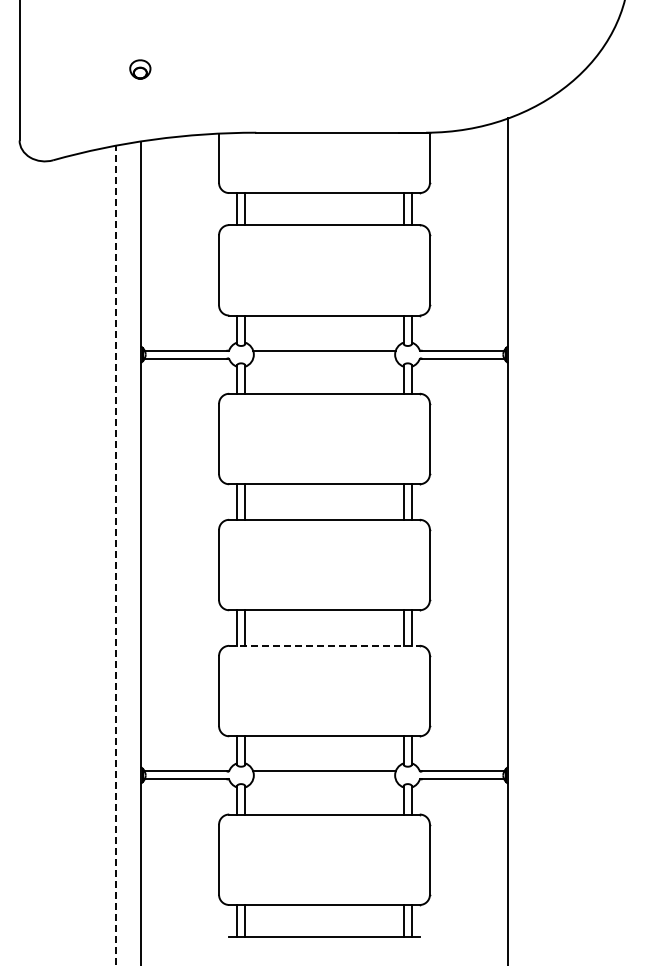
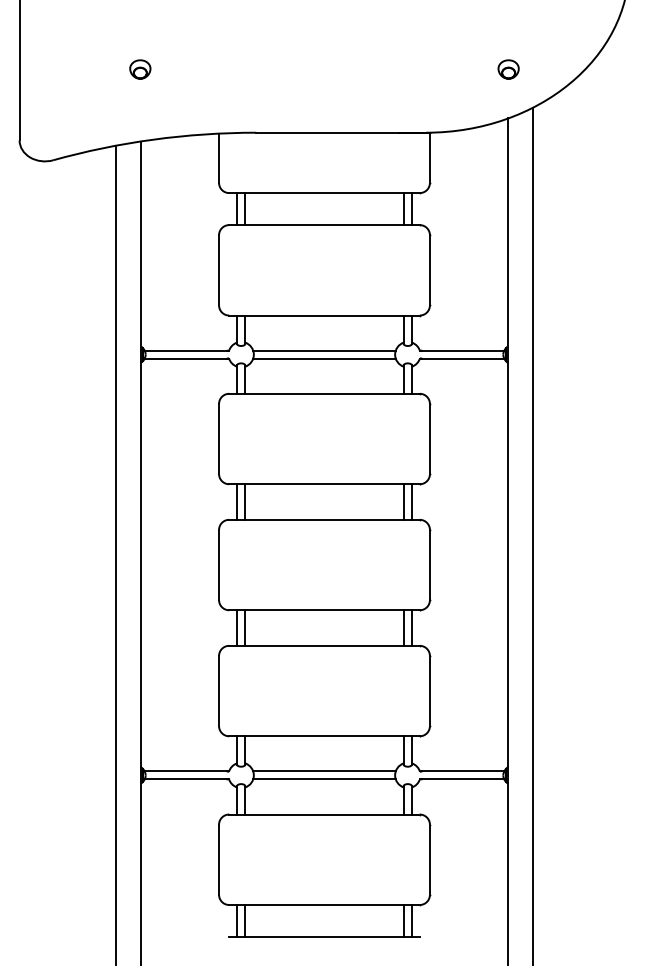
part at (508, 69): none -> present
line at (324, 358): none -> present
line at (532, 534): none -> present
line at (116, 555): dashed -> solid
line at (325, 645): dashed -> solid
line at (324, 779): none -> present
